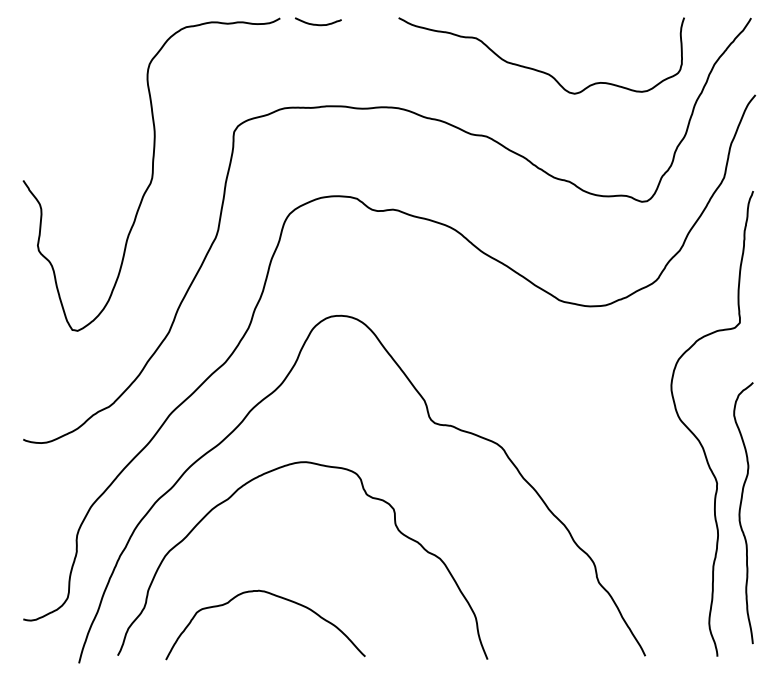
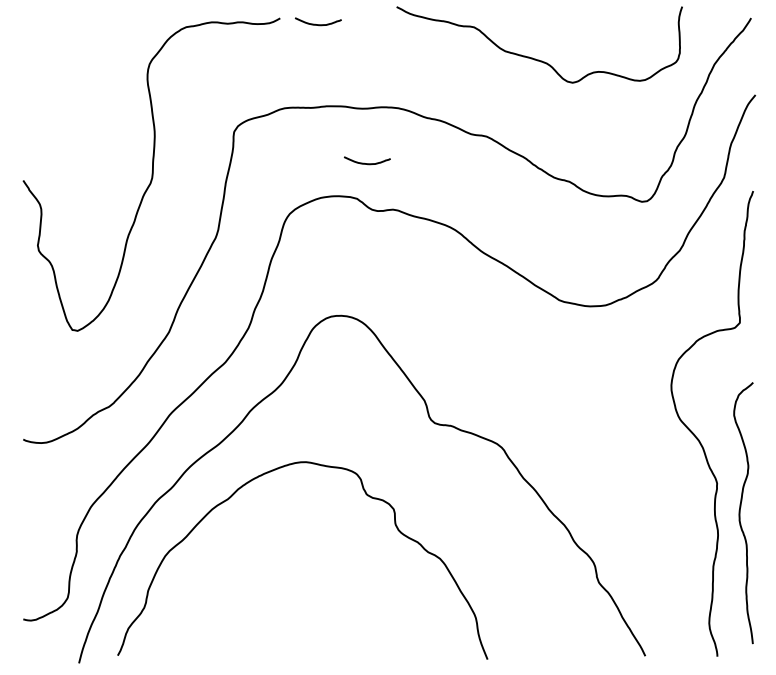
curve at (537, 69) position: (537, 69) -> (535, 58)
curve at (367, 163): none -> present
curve at (277, 597): present -> none
